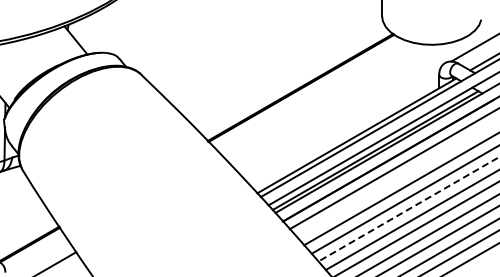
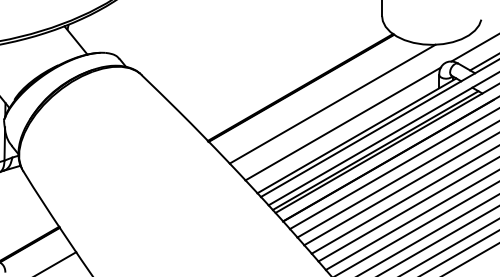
line at (332, 103): none -> present
line at (343, 123): none -> present
line at (396, 179): none -> present
line at (408, 209): dashed -> solid
